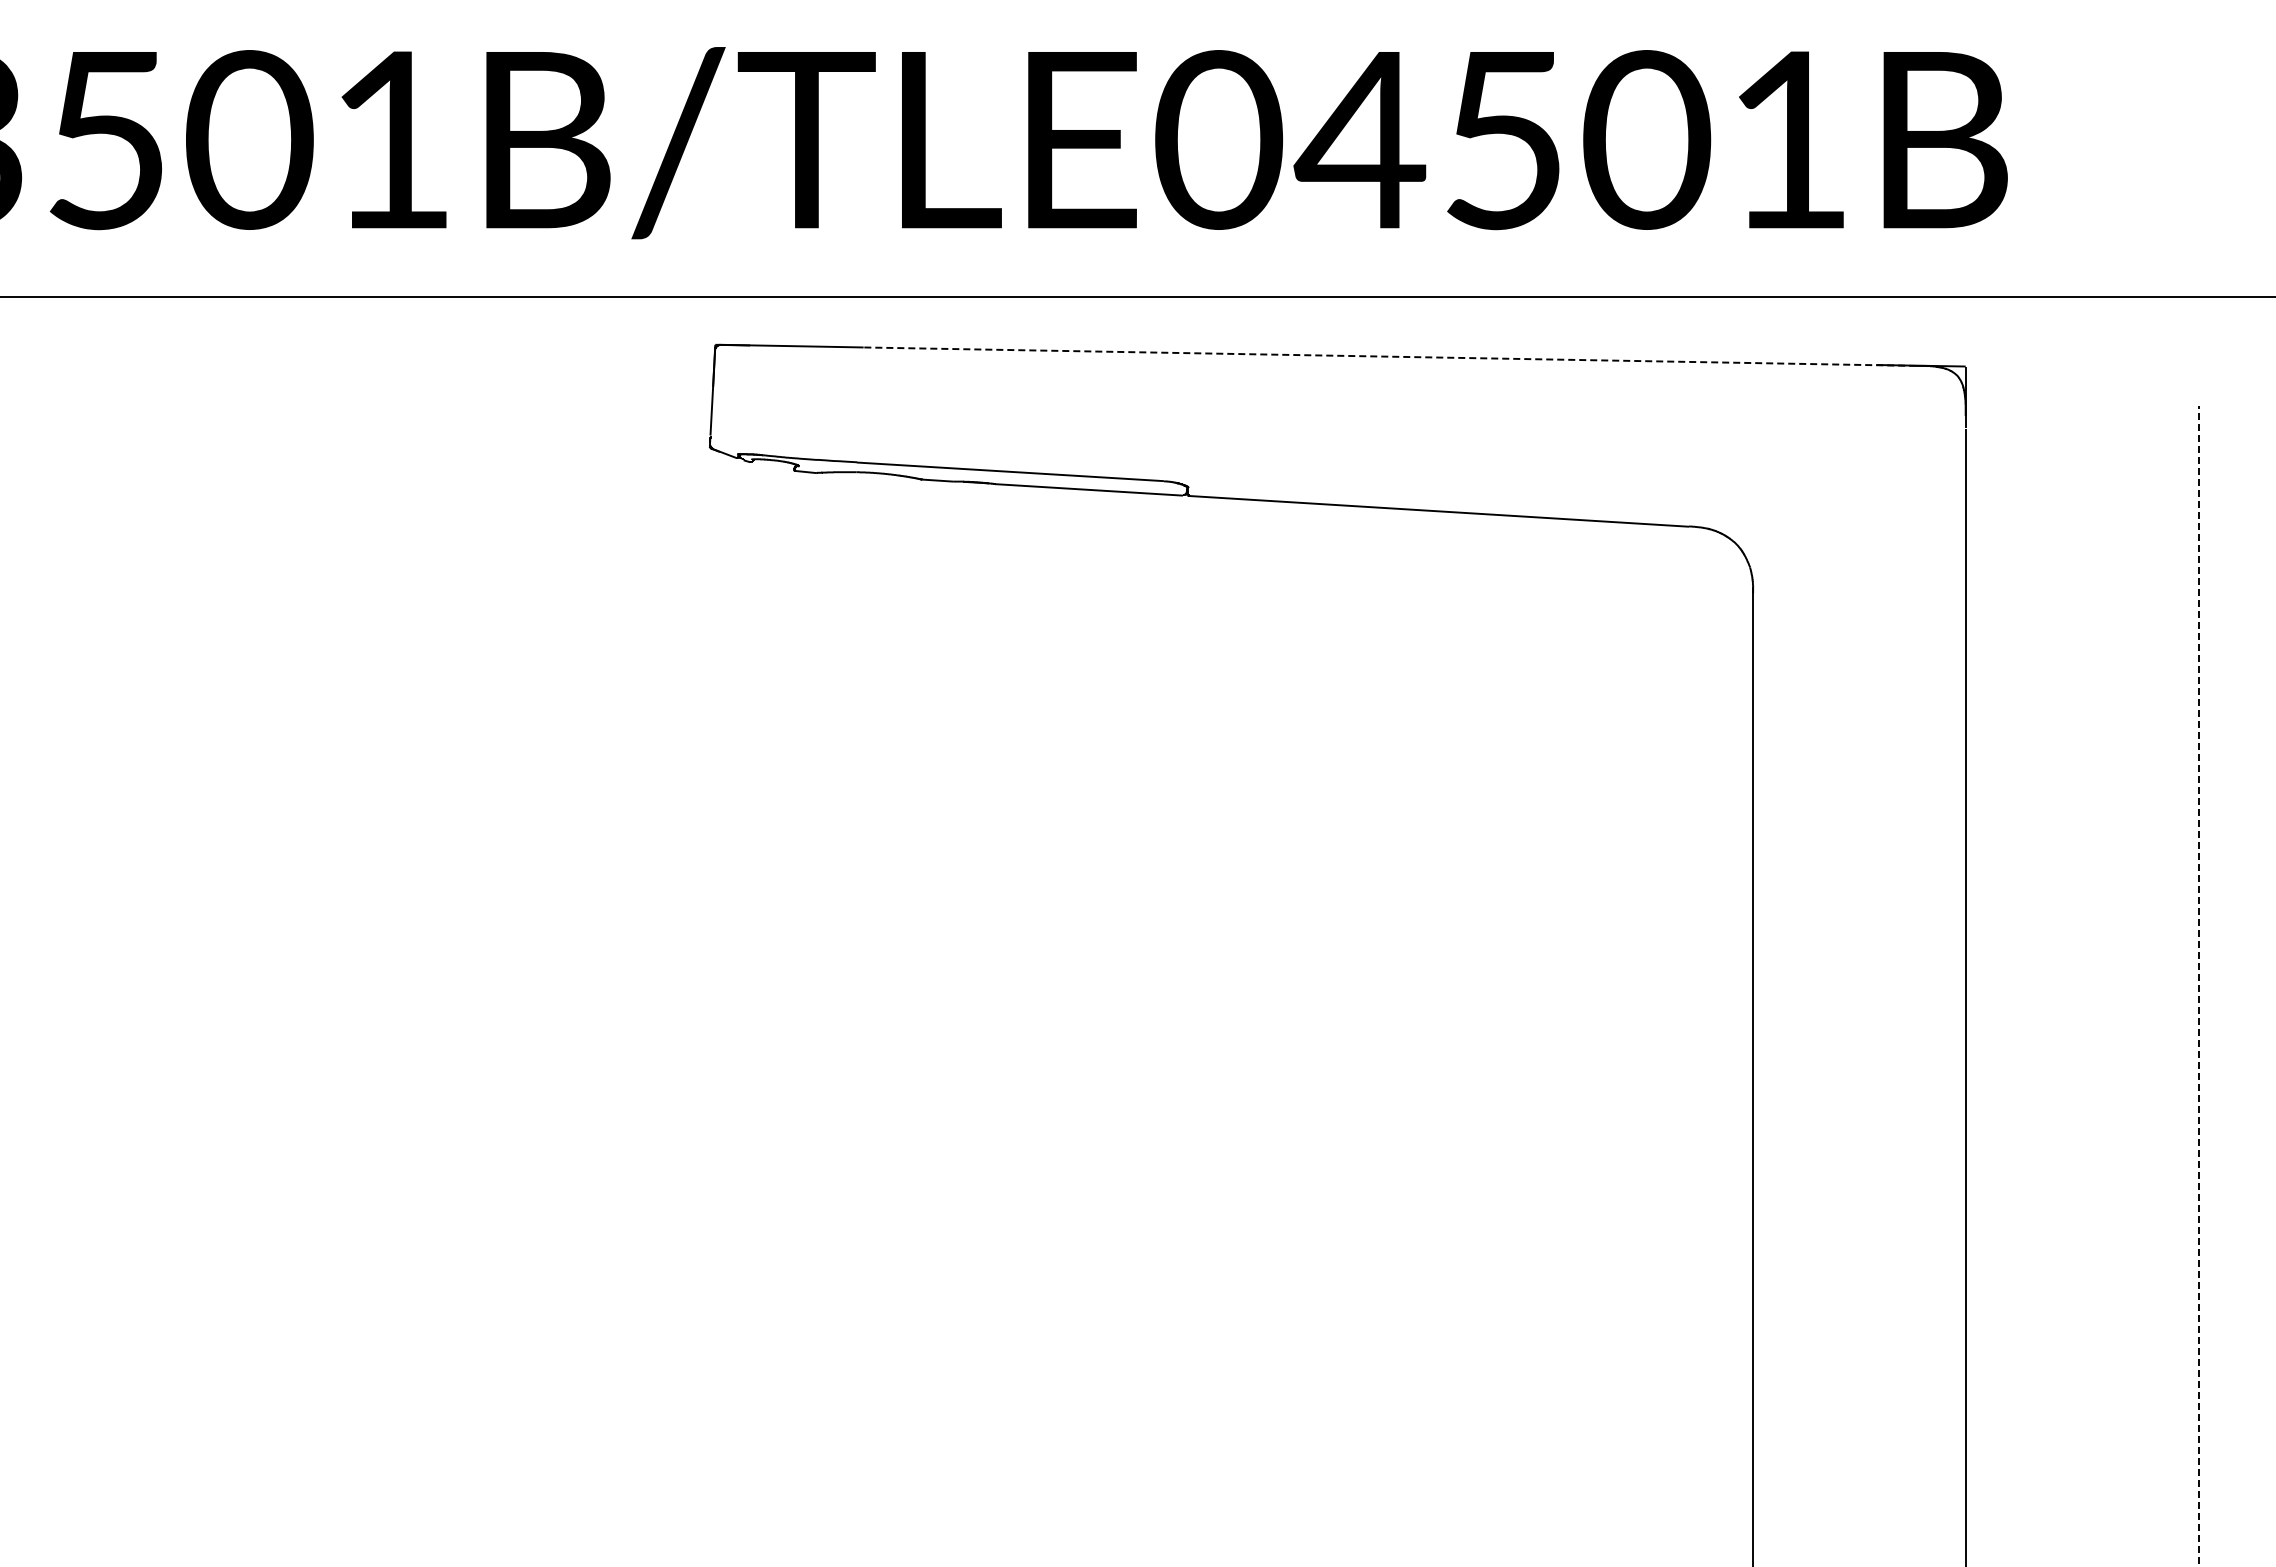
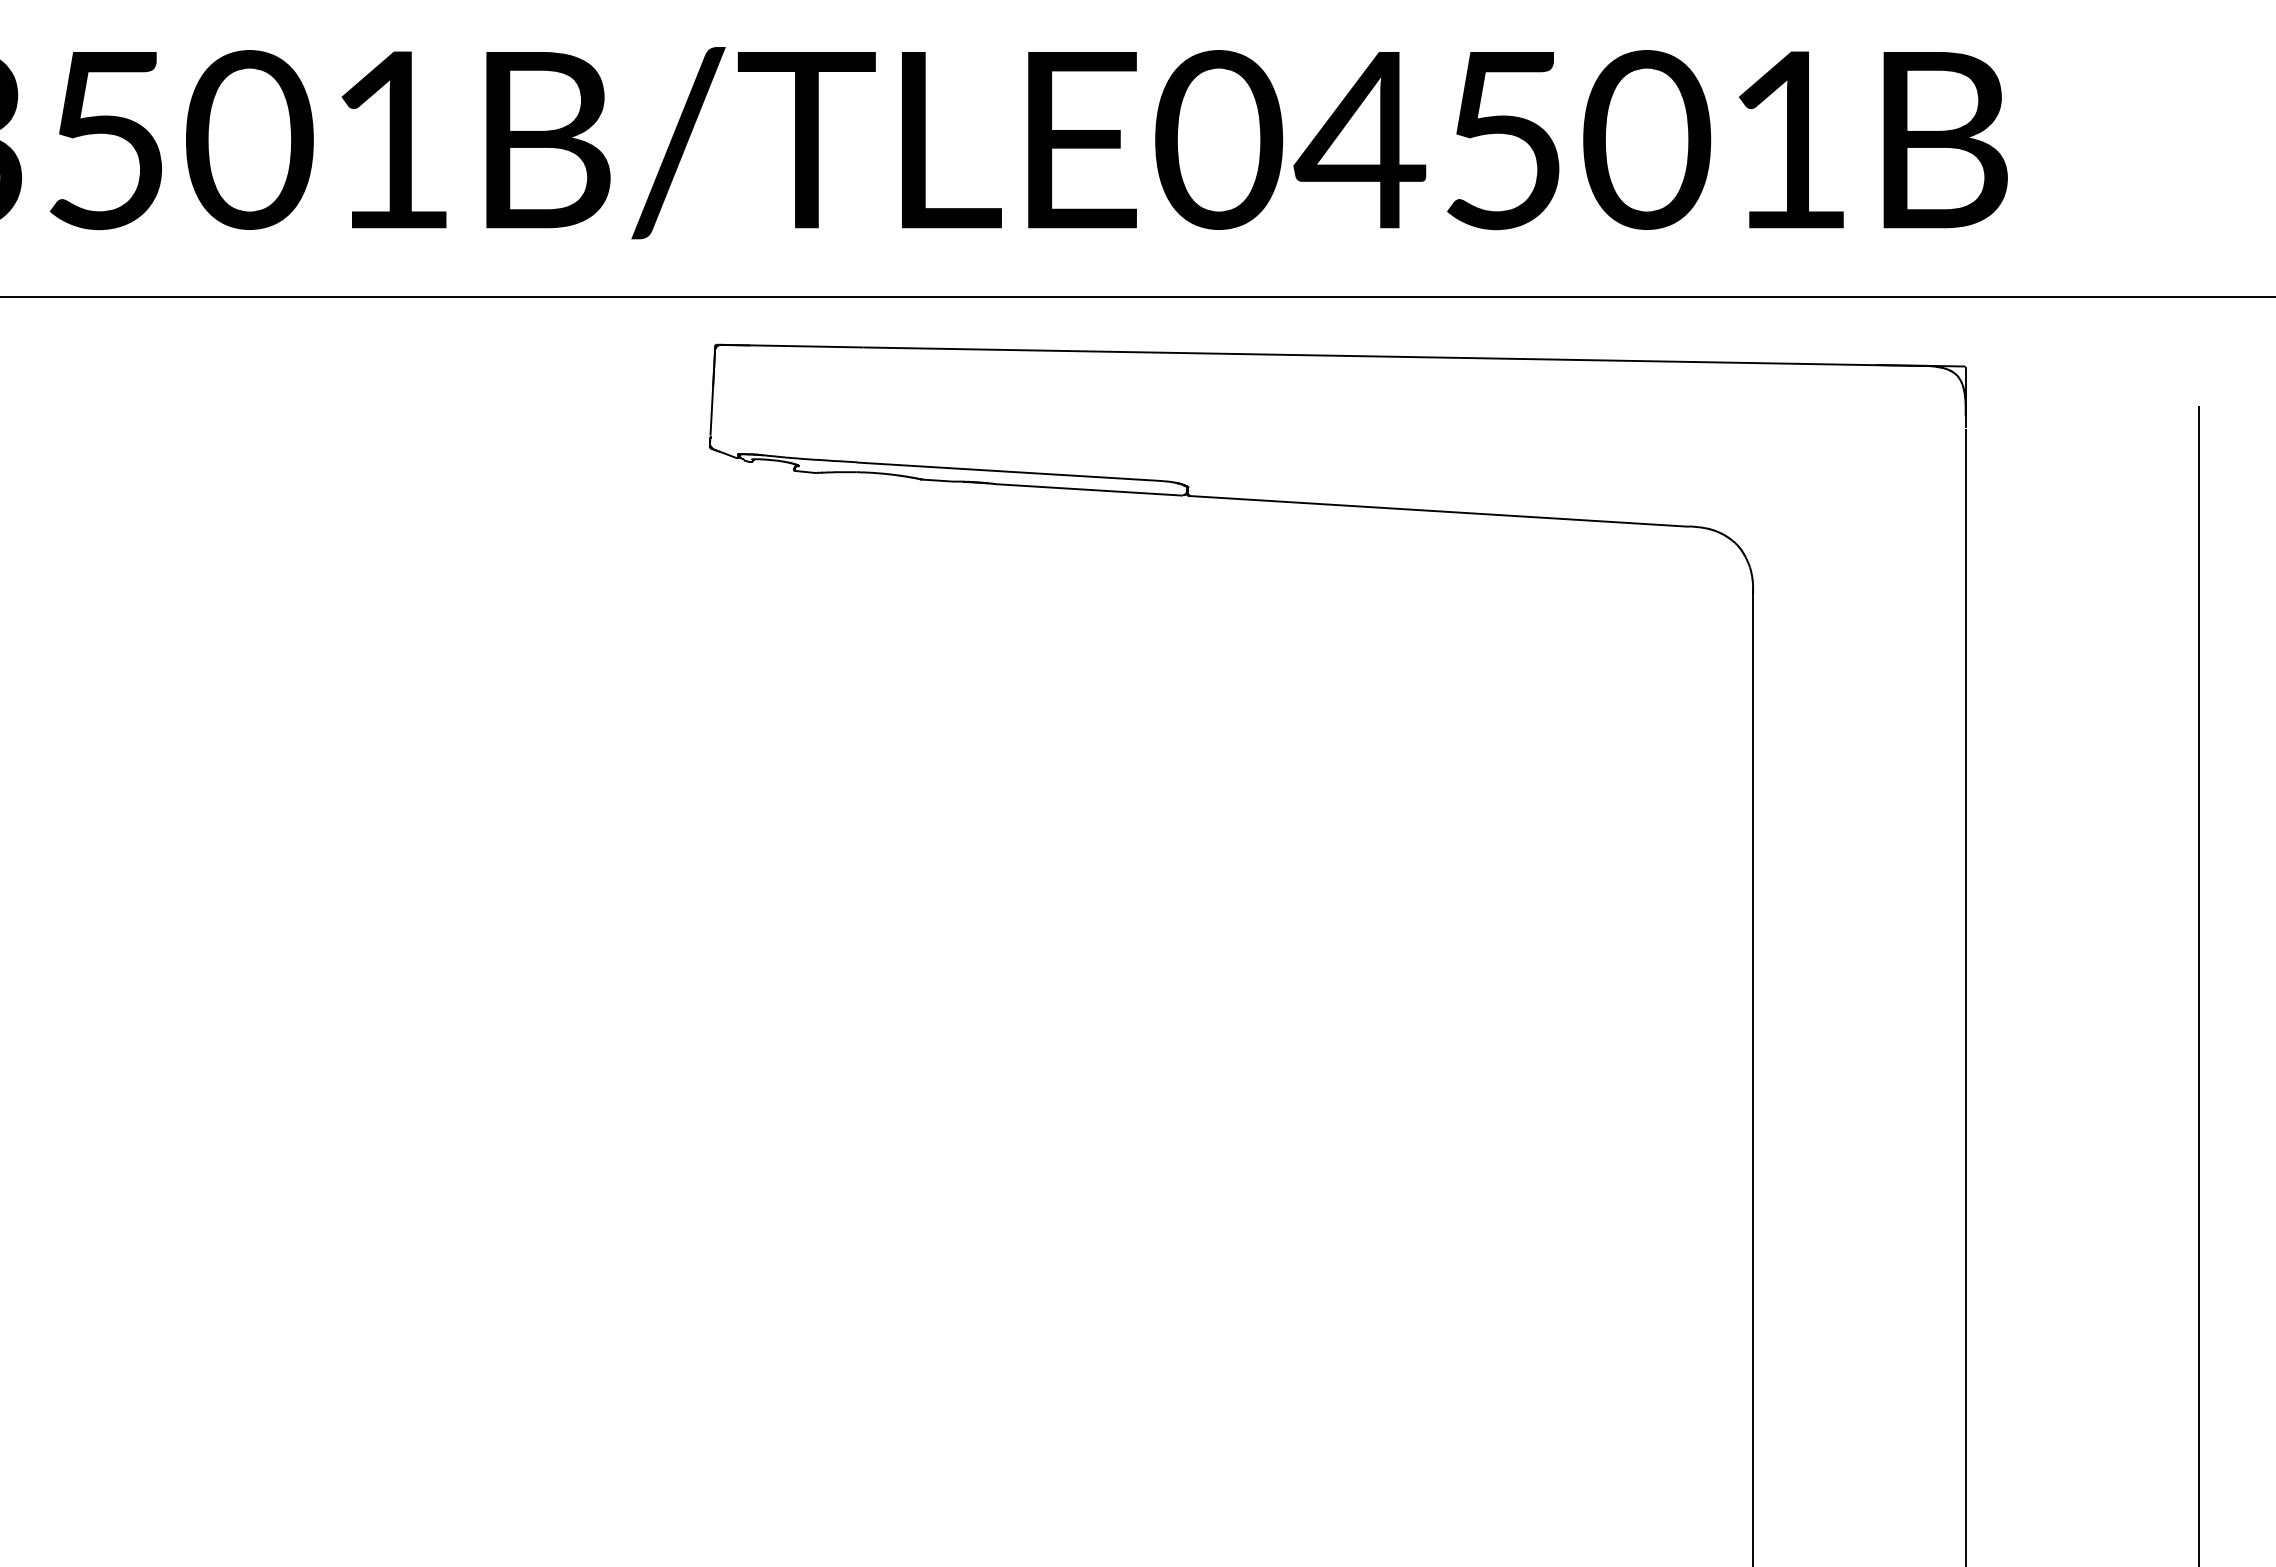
line at (1389, 356): dashed -> solid
line at (2199, 985): dashed -> solid
